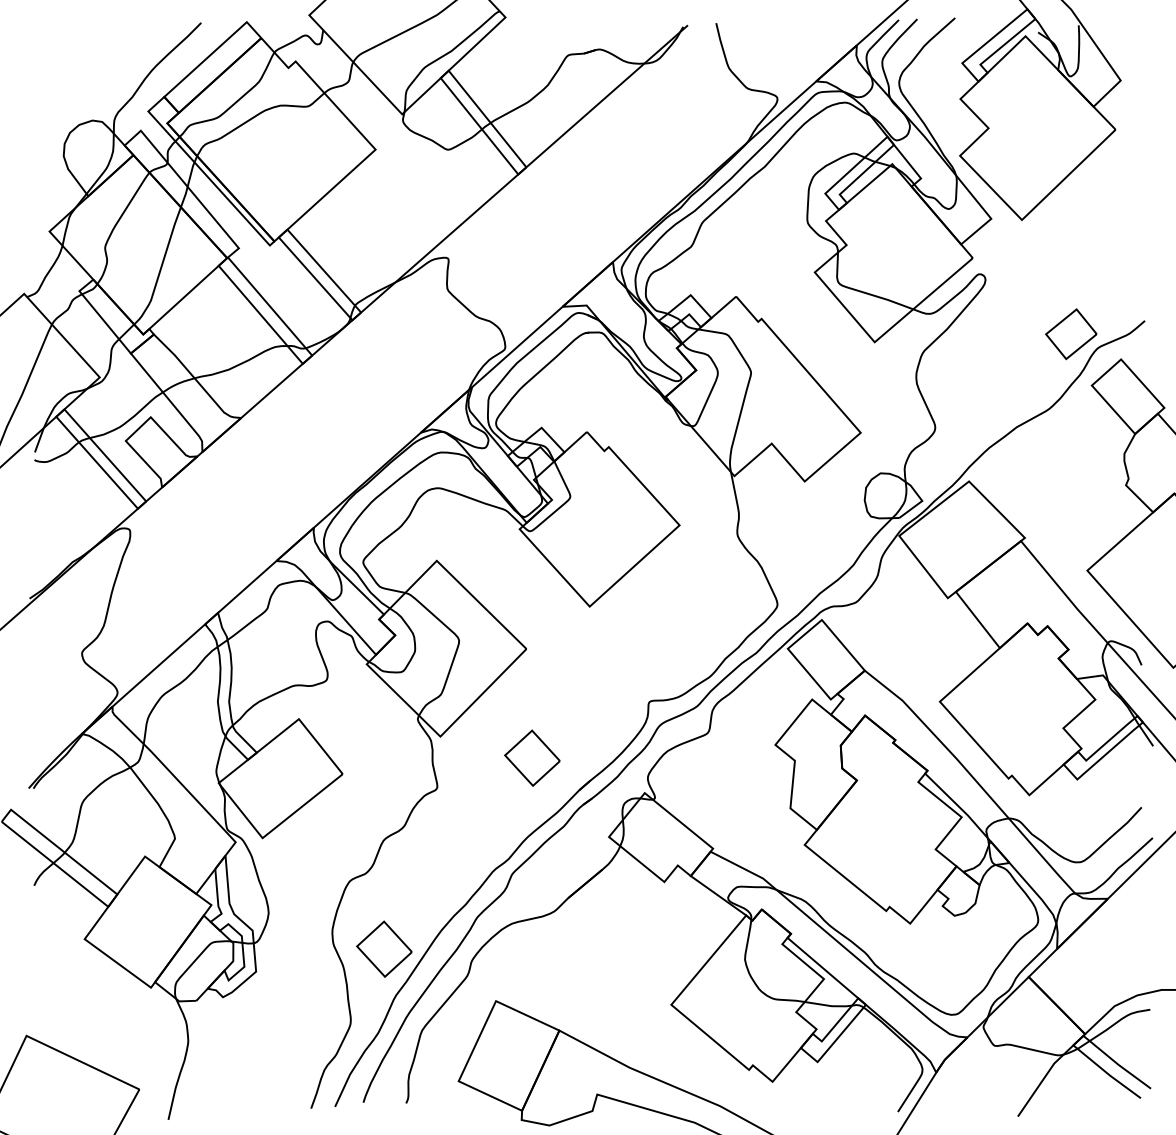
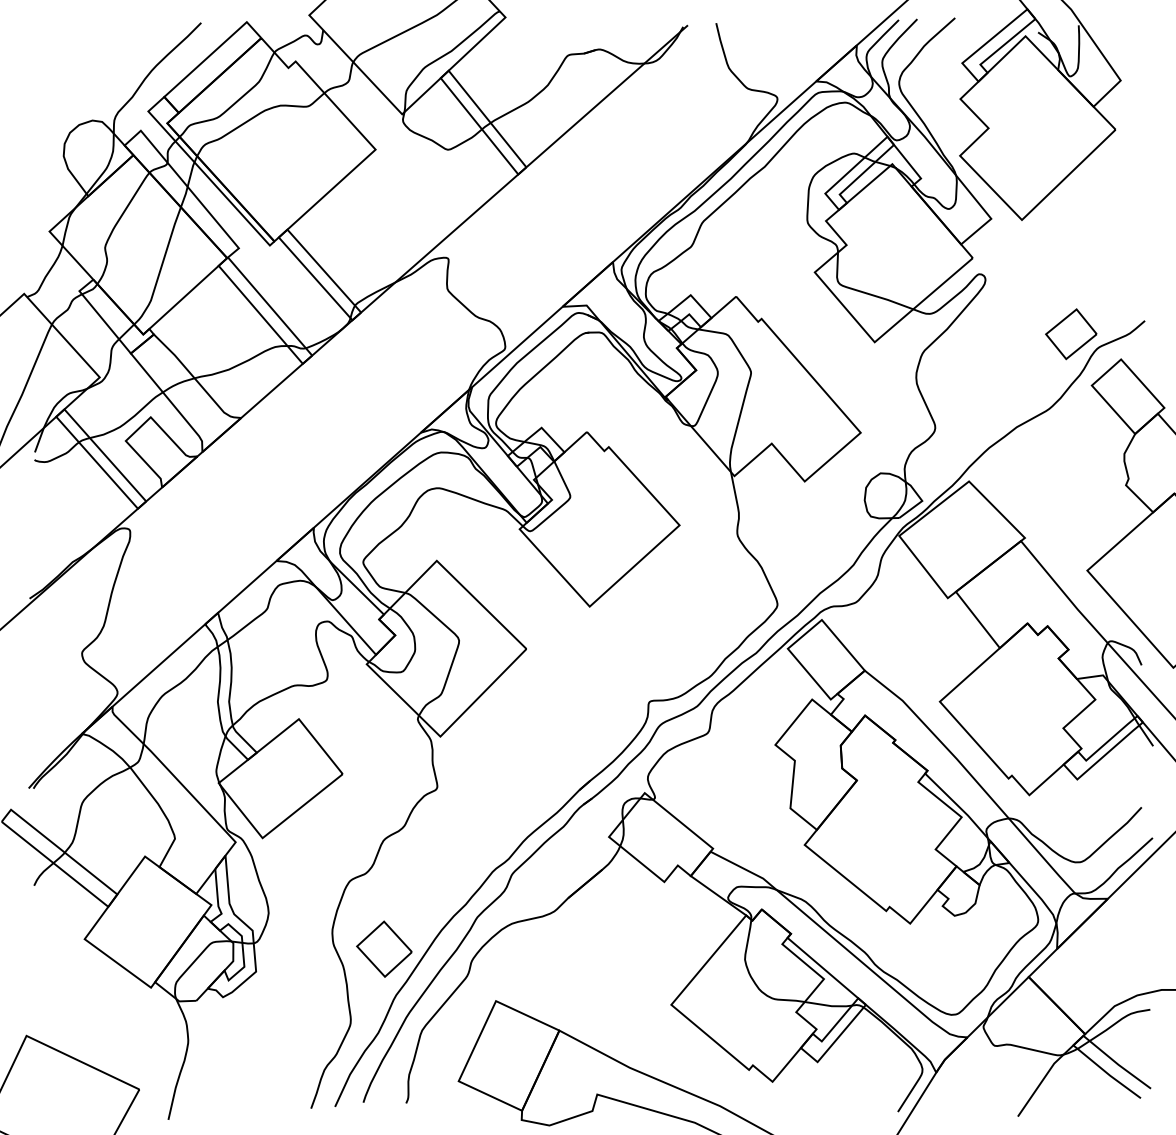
part at (532, 757): present -> none
